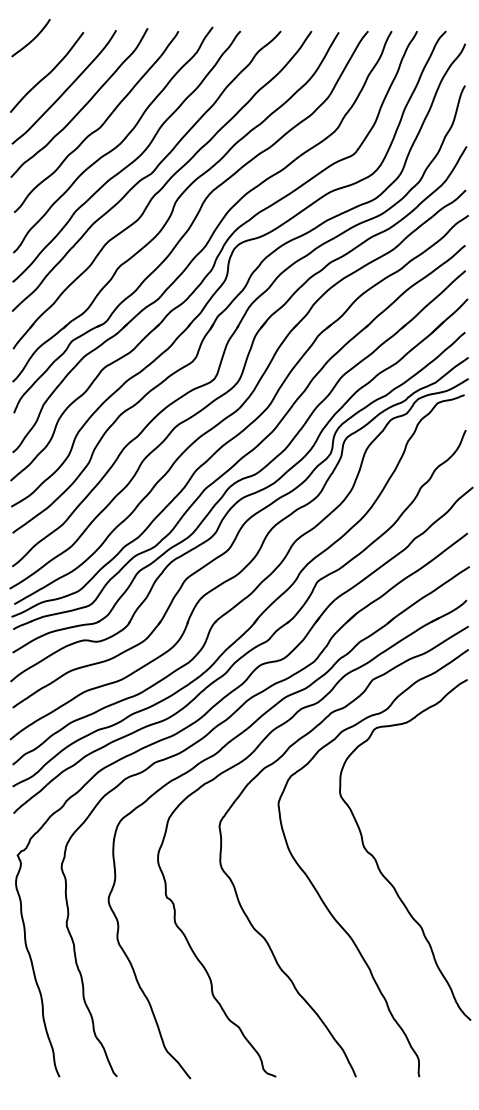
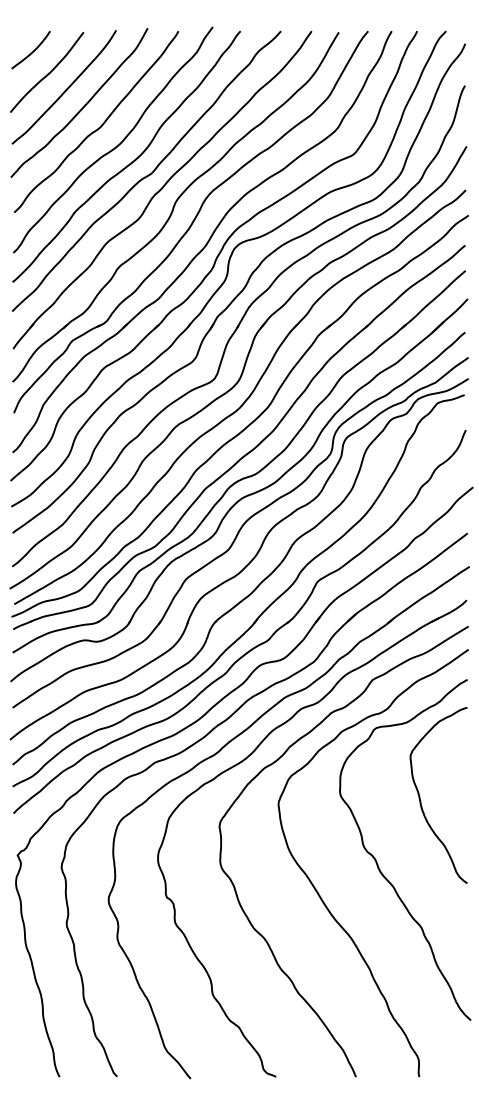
curve at (32, 39) position: (32, 39) -> (32, 51)
curve at (420, 796): none -> present
